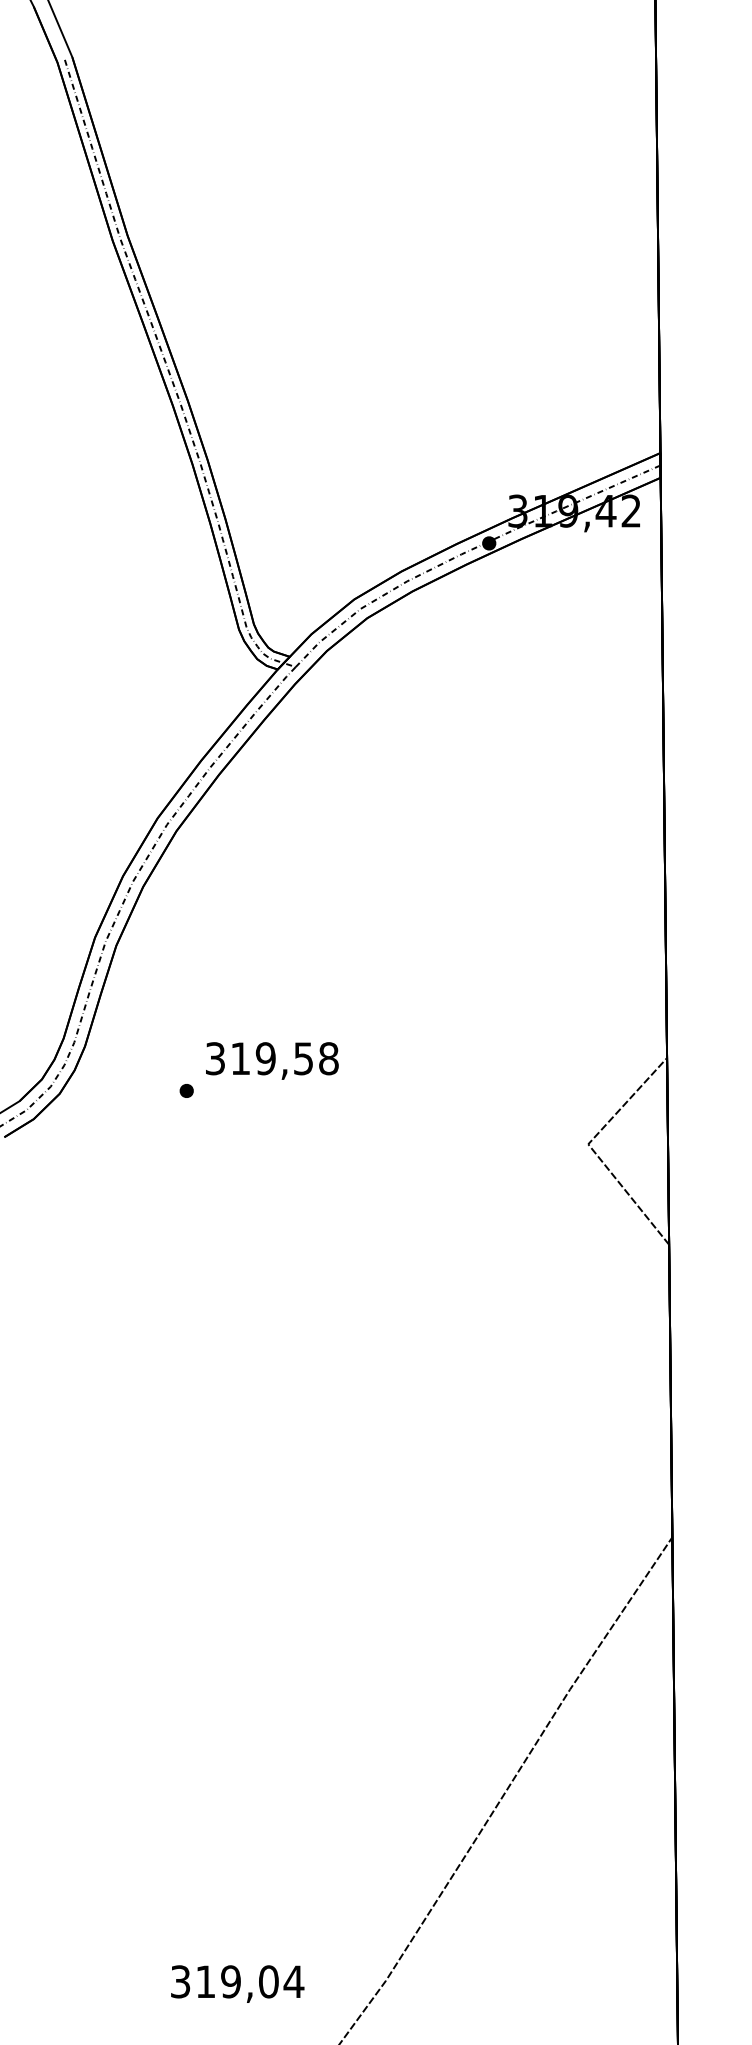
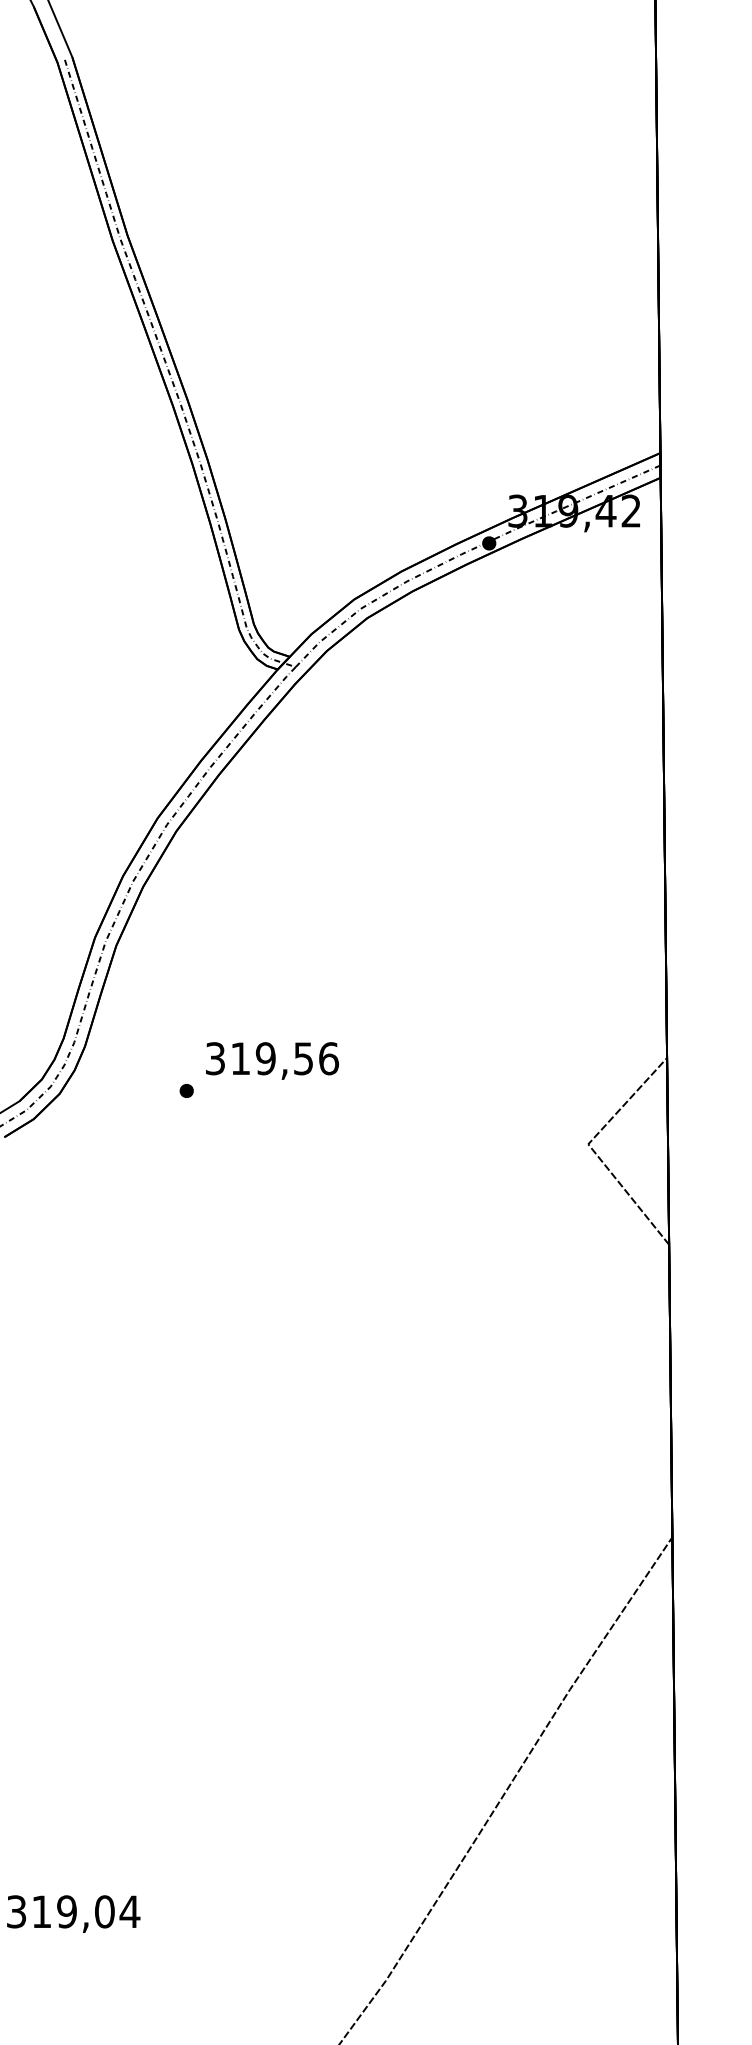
text at (328, 1058): 319,58 -> 319,56
text at (237, 1983) position: (237, 1983) -> (73, 1913)
